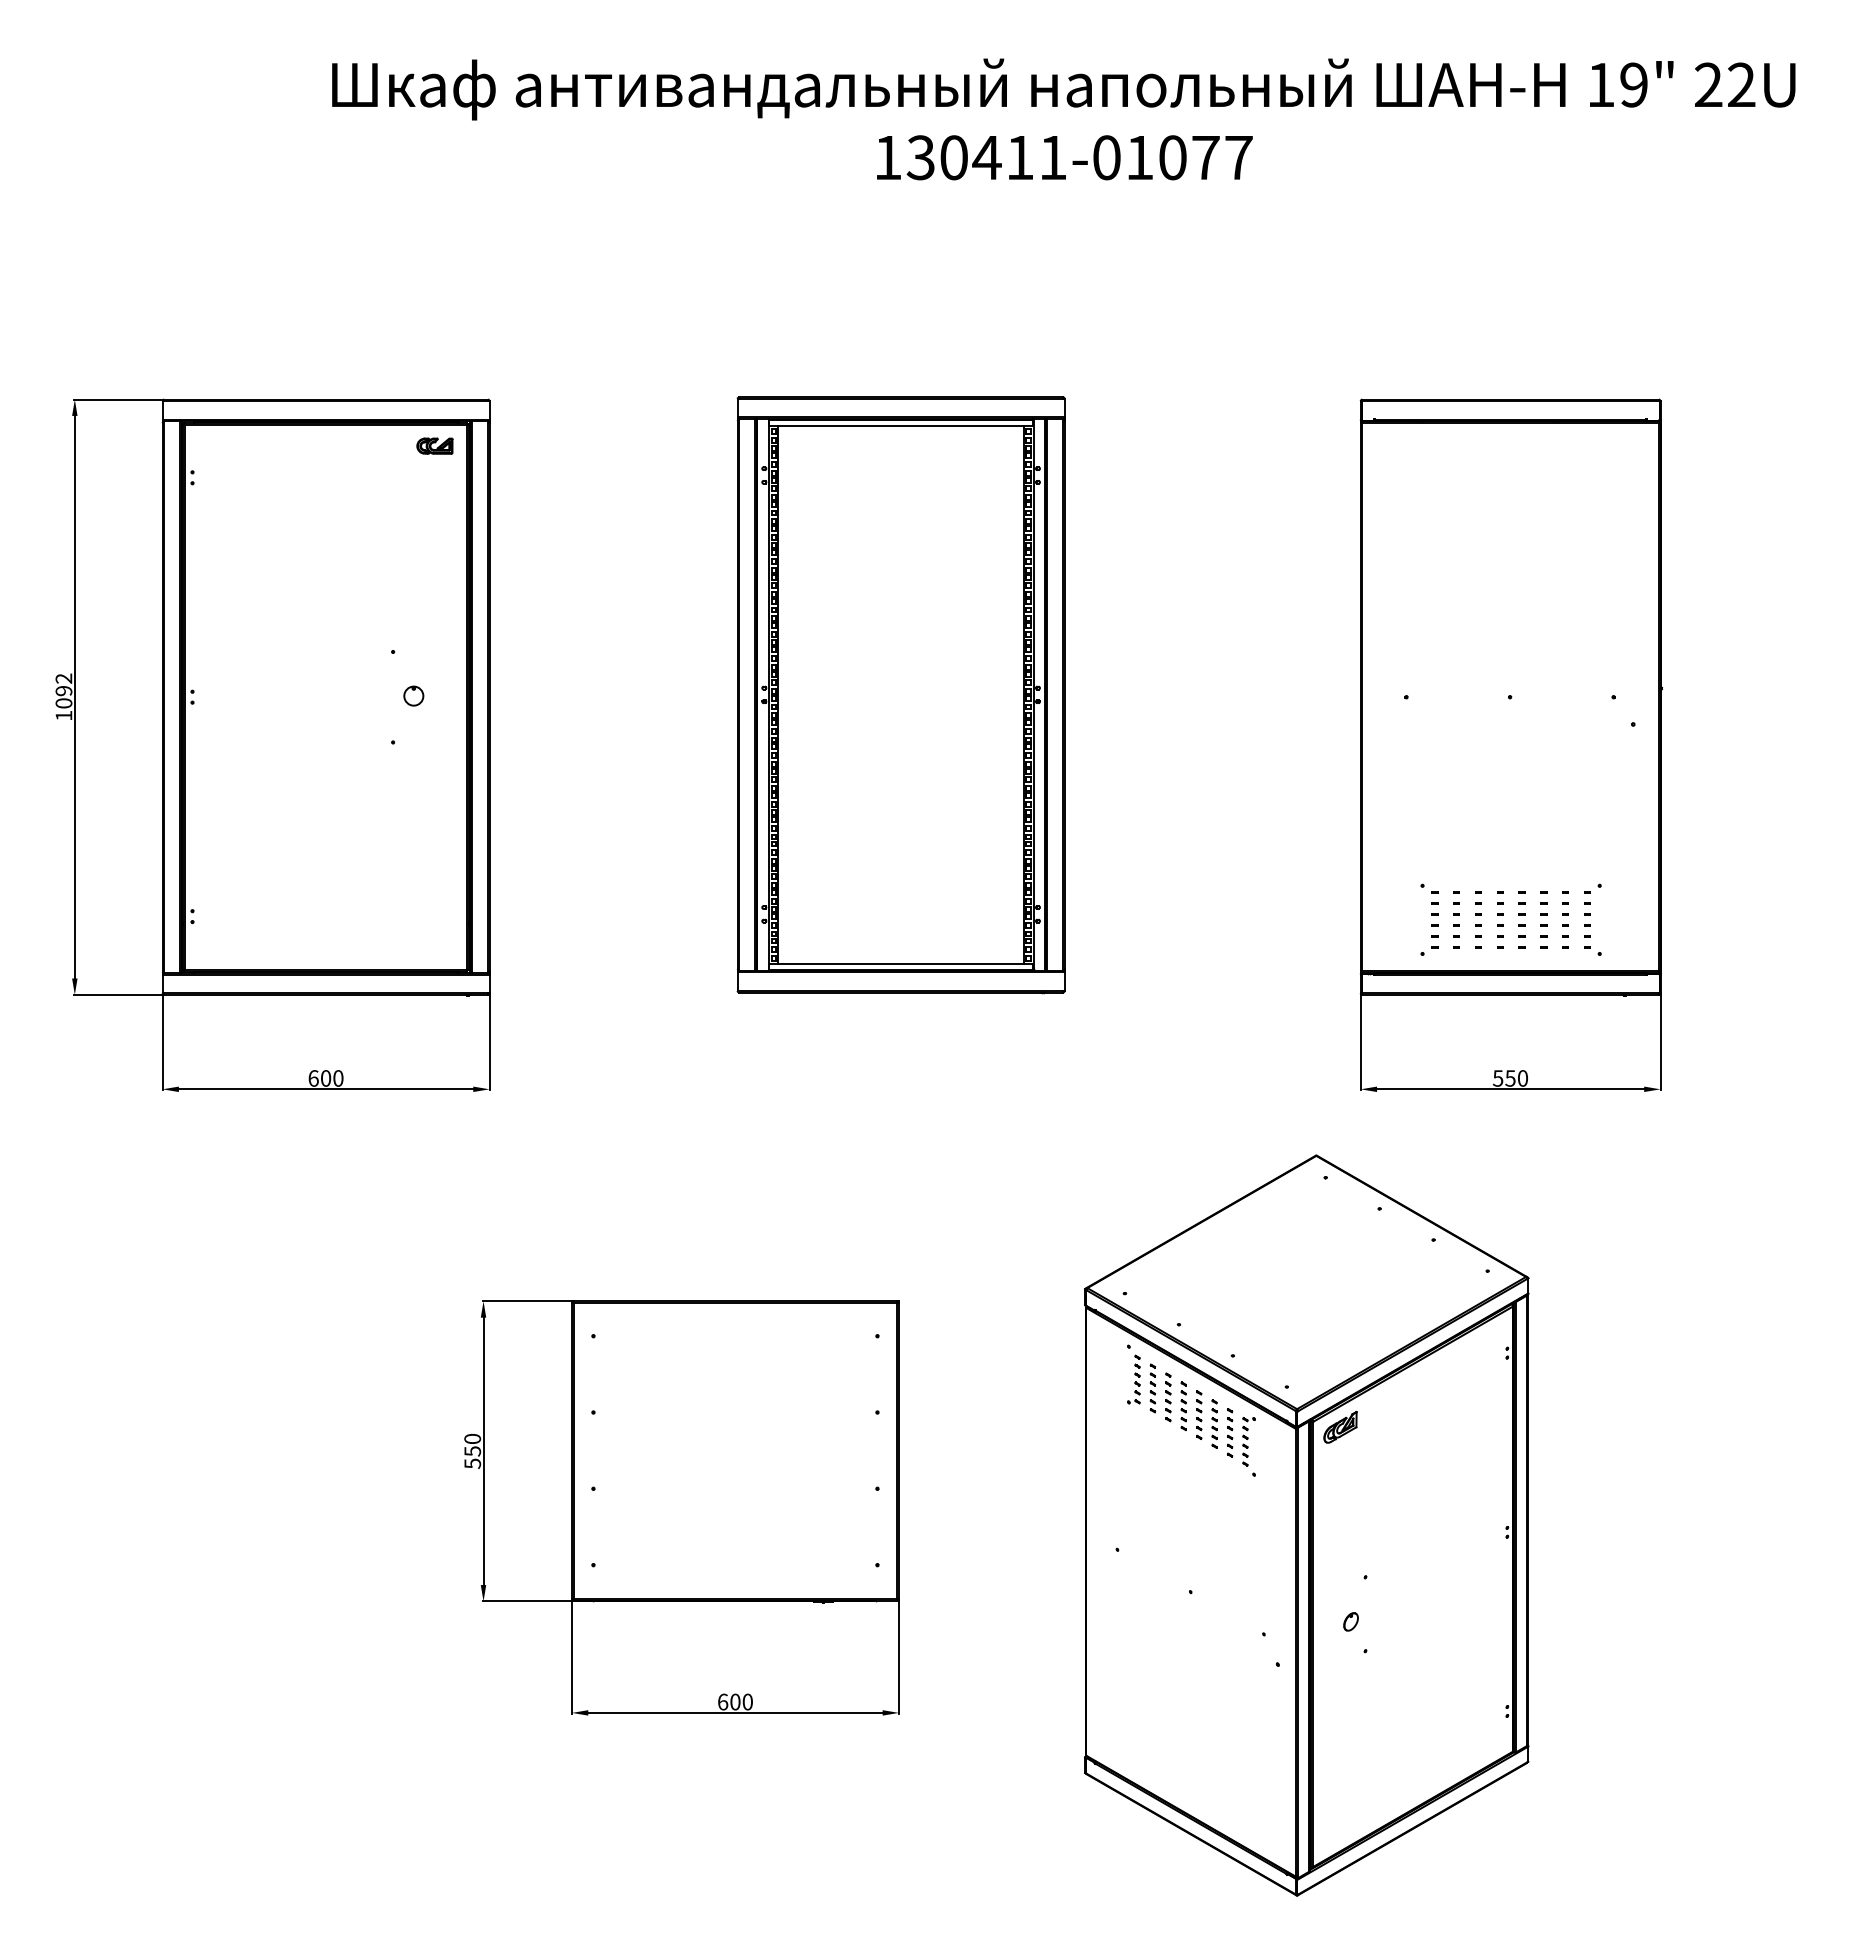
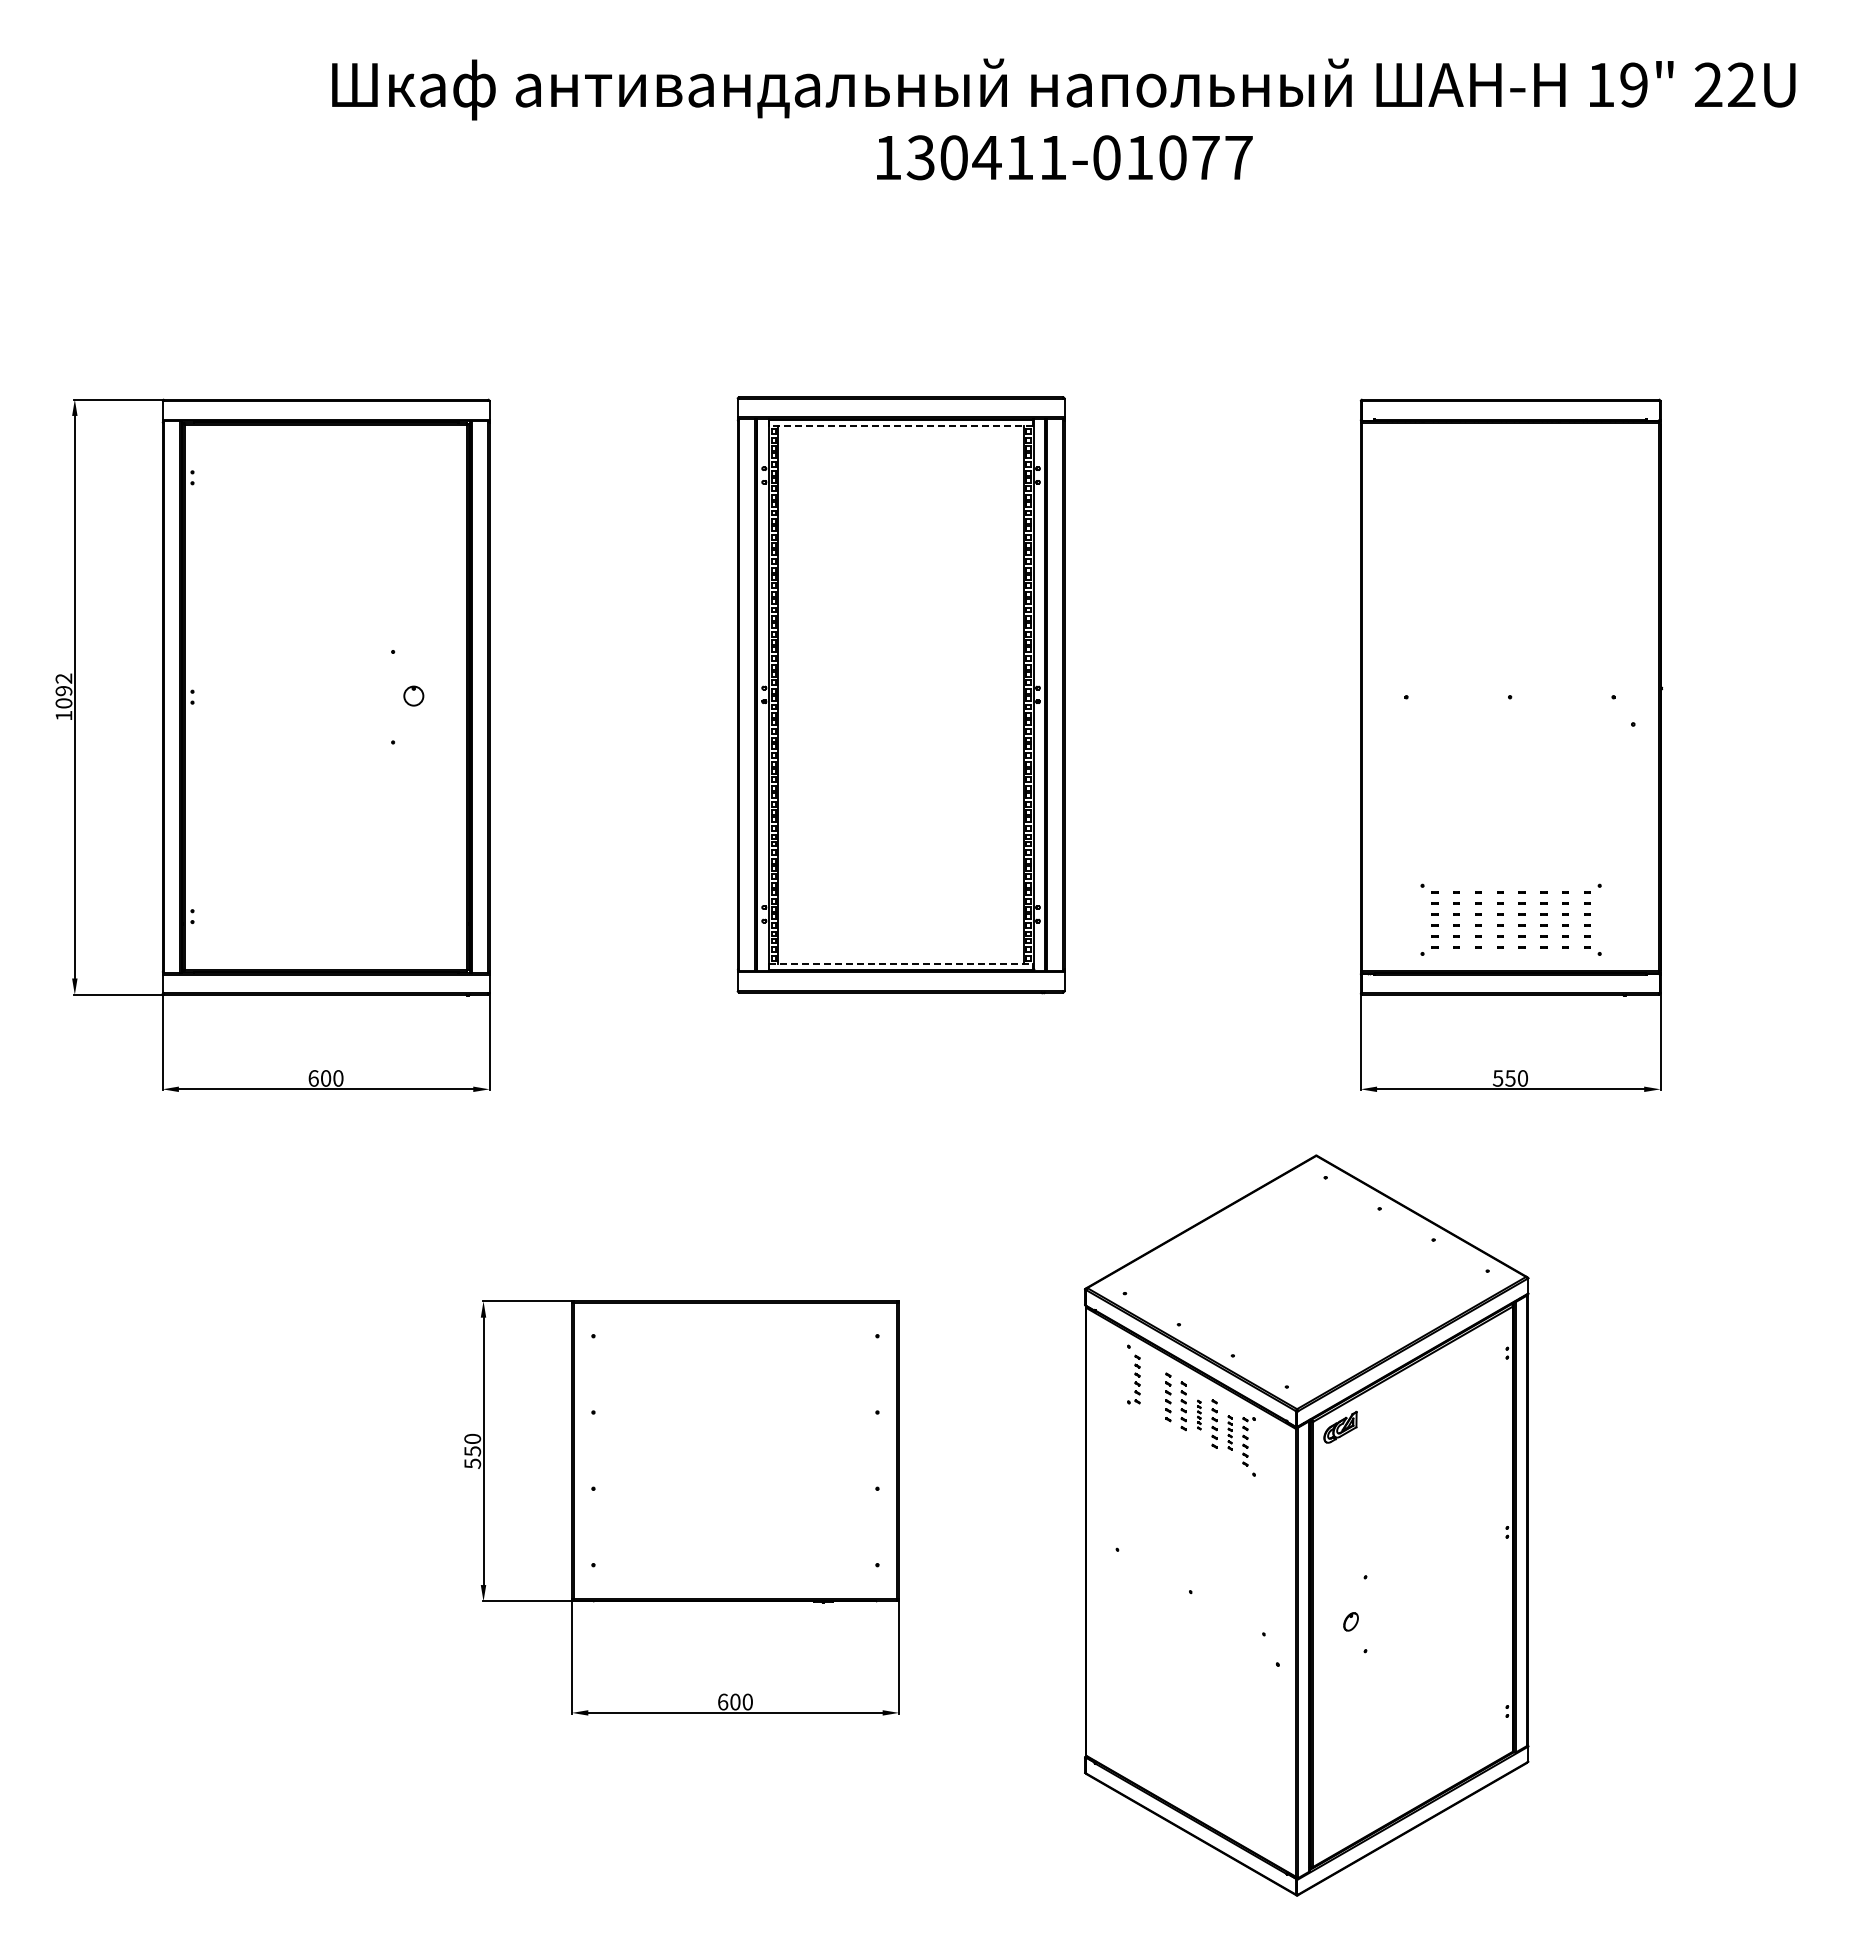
line at (901, 425): solid -> dashed
part at (434, 445): present -> none
line at (901, 963): solid -> dashed
part at (1152, 1388): present -> none
part at (1199, 1414) size: 7x50 px -> 5x32 px
part at (1230, 1432) size: 7x50 px -> 6x36 px
